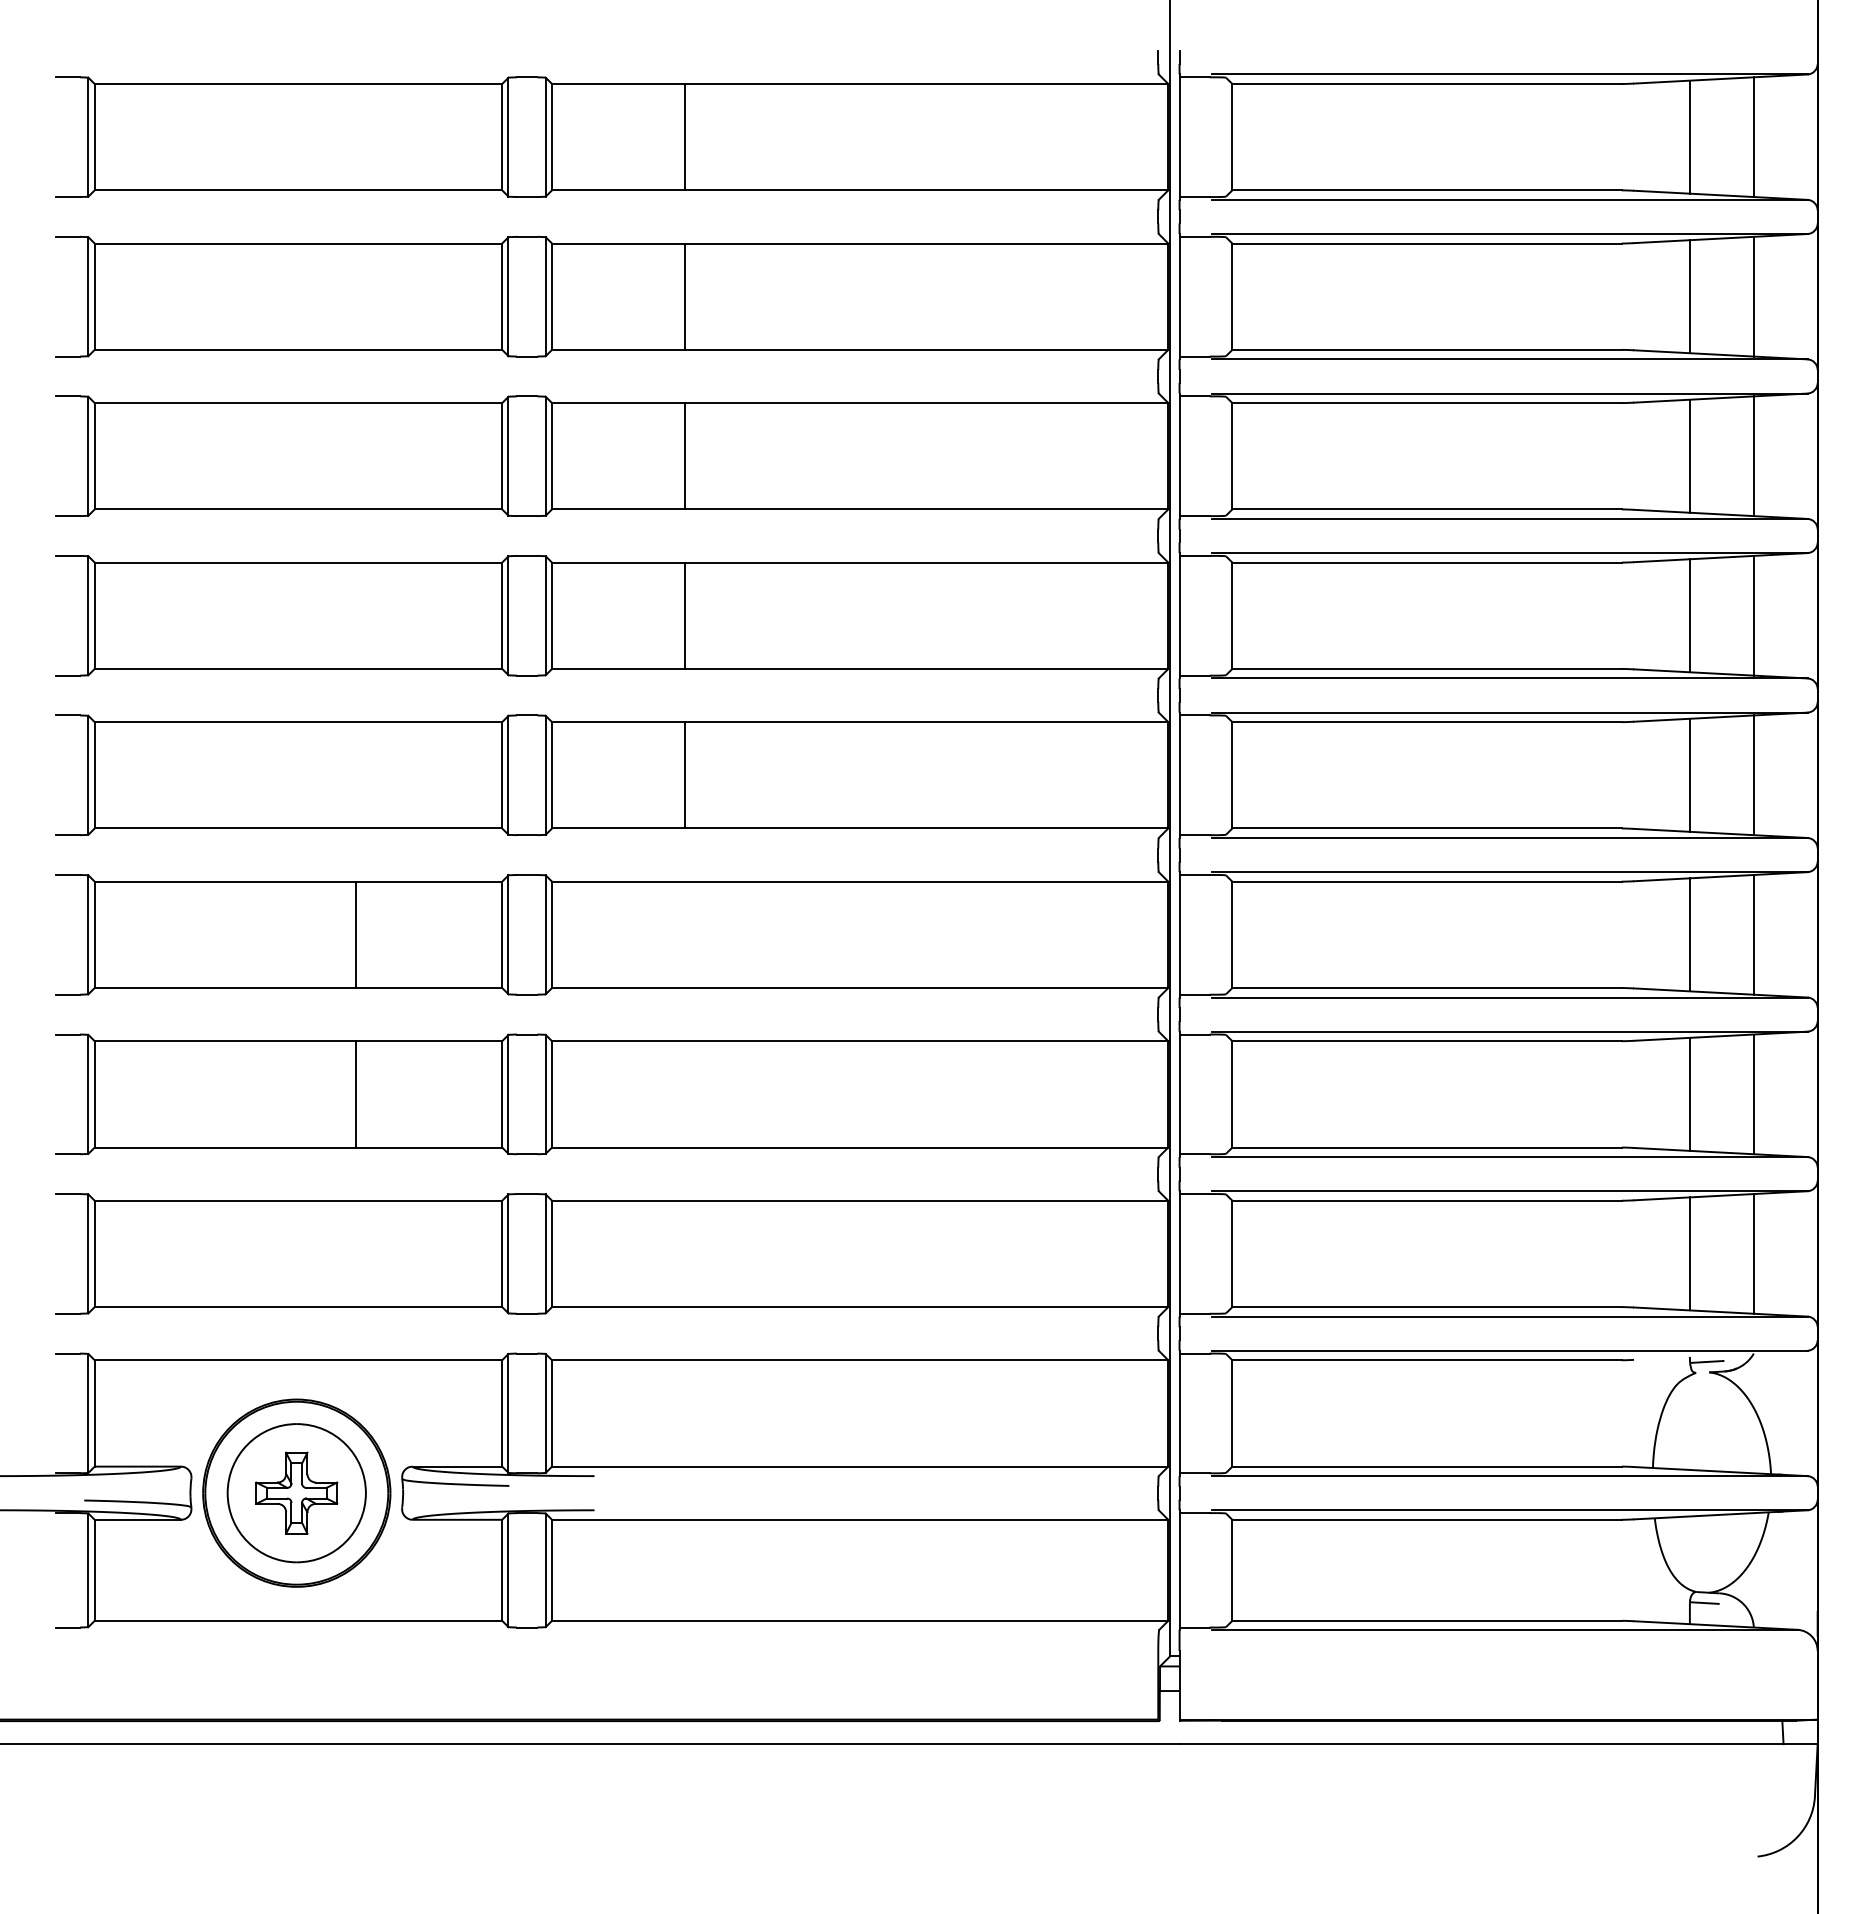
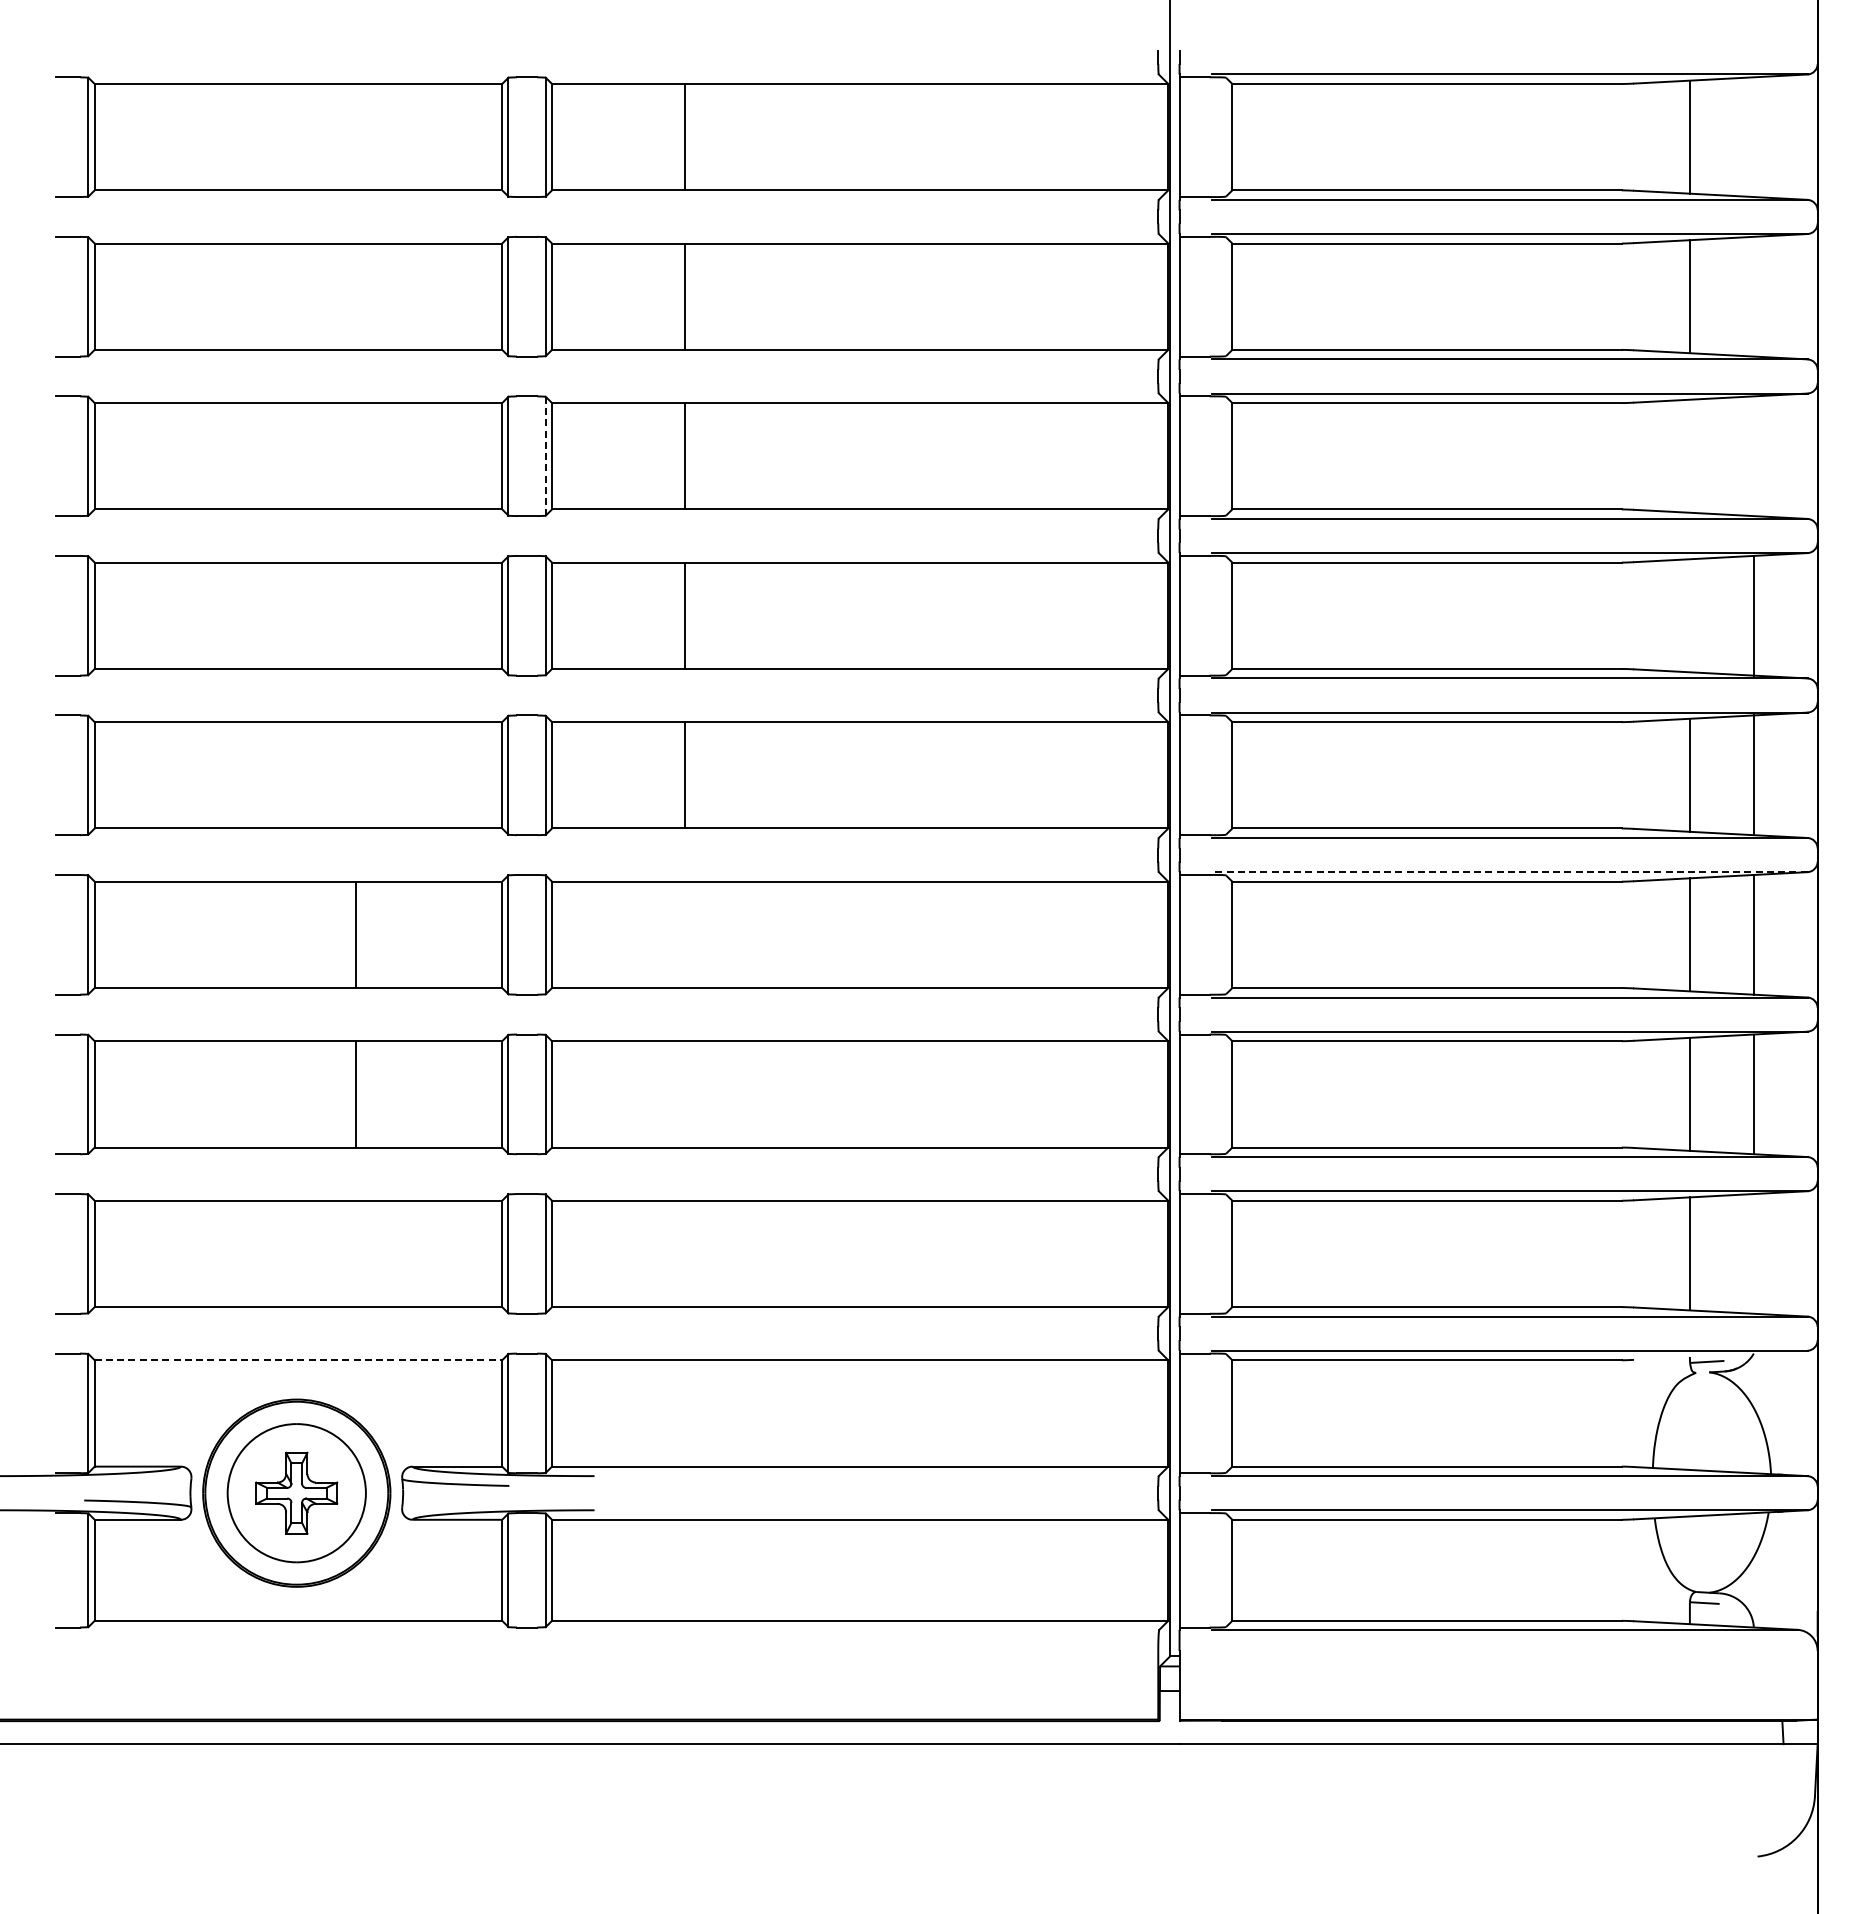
line at (1753, 137): present -> none
line at (1753, 296): present -> none
line at (1689, 455): present -> none
line at (545, 456): solid -> dashed
line at (1753, 456): present -> none
line at (1689, 615): present -> none
line at (1510, 872): solid -> dashed
line at (1753, 1253): present -> none
line at (298, 1360): solid -> dashed
